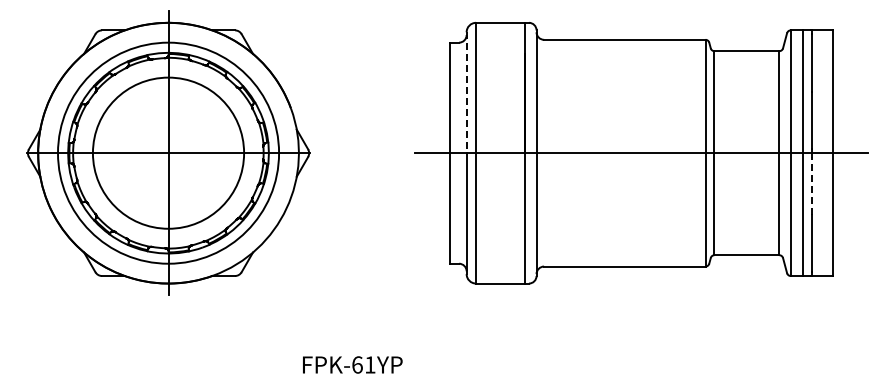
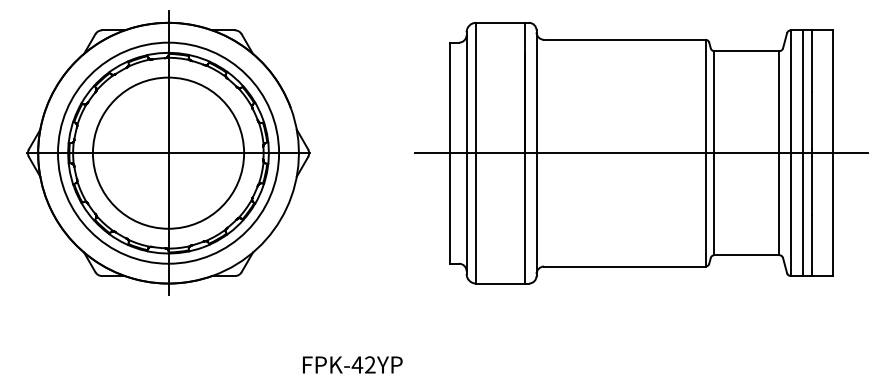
line at (466, 93): dashed -> solid
line at (812, 185): dashed -> solid
text at (363, 364): FPK-61YP -> FPK-42YP
